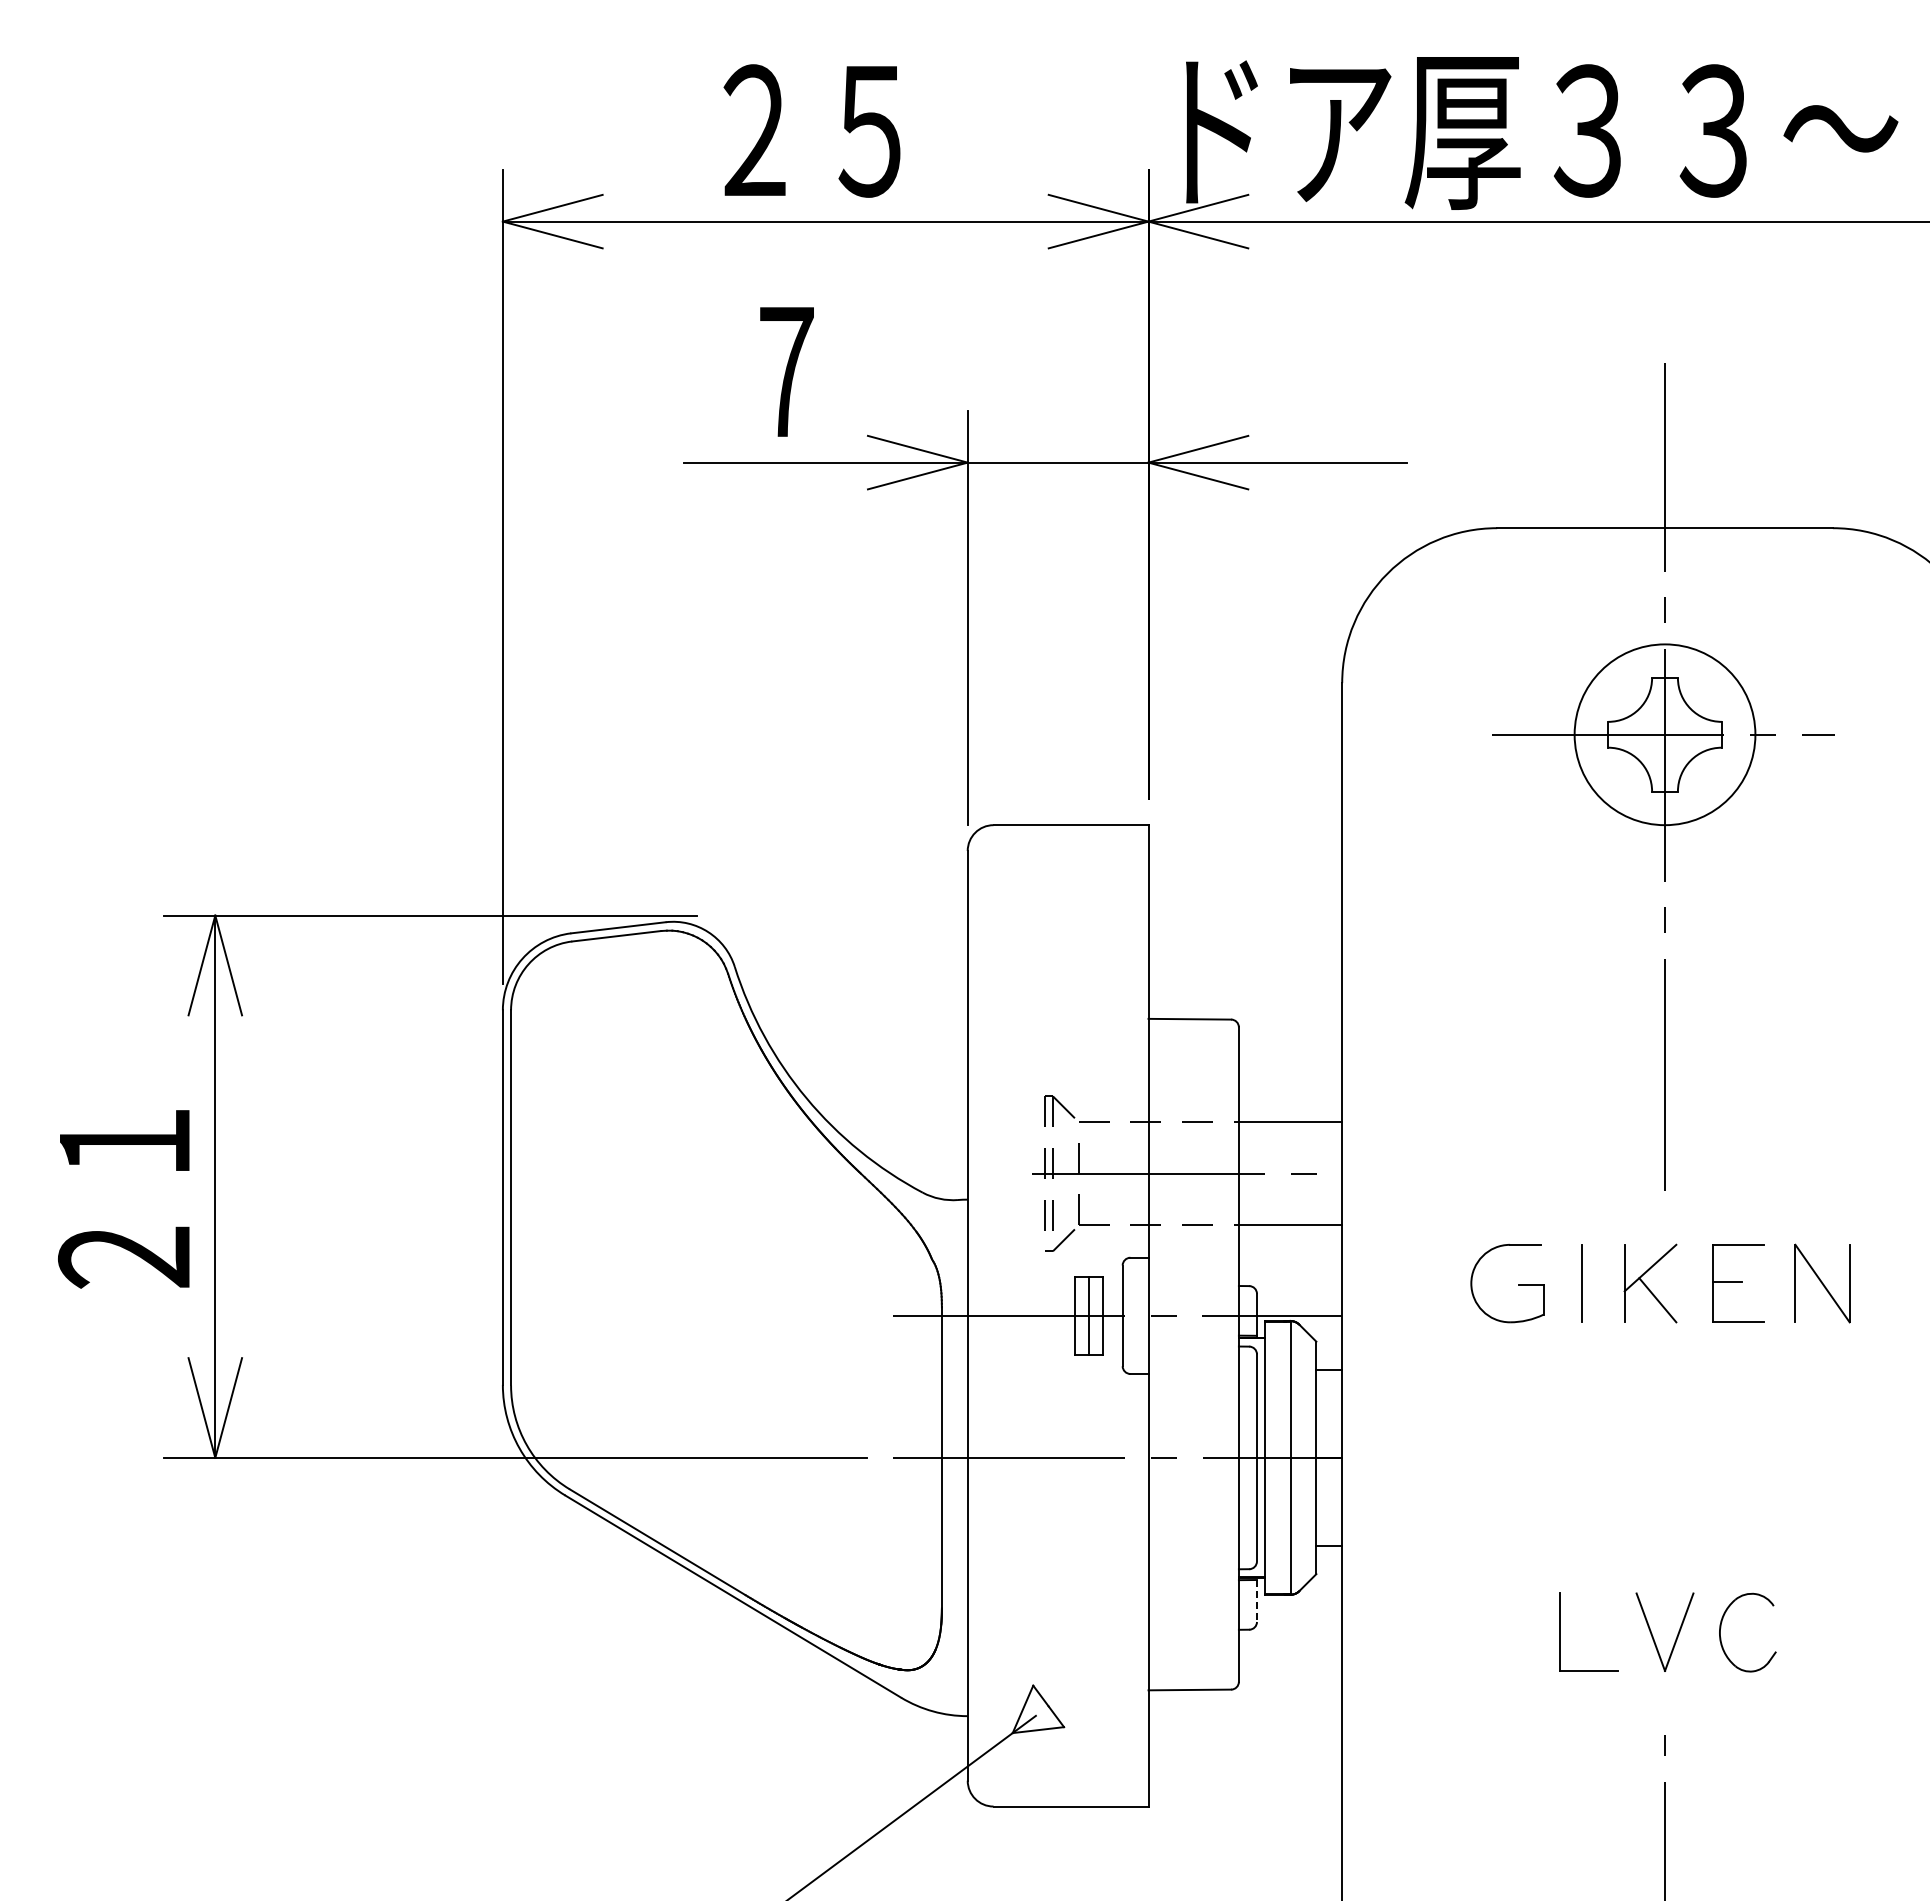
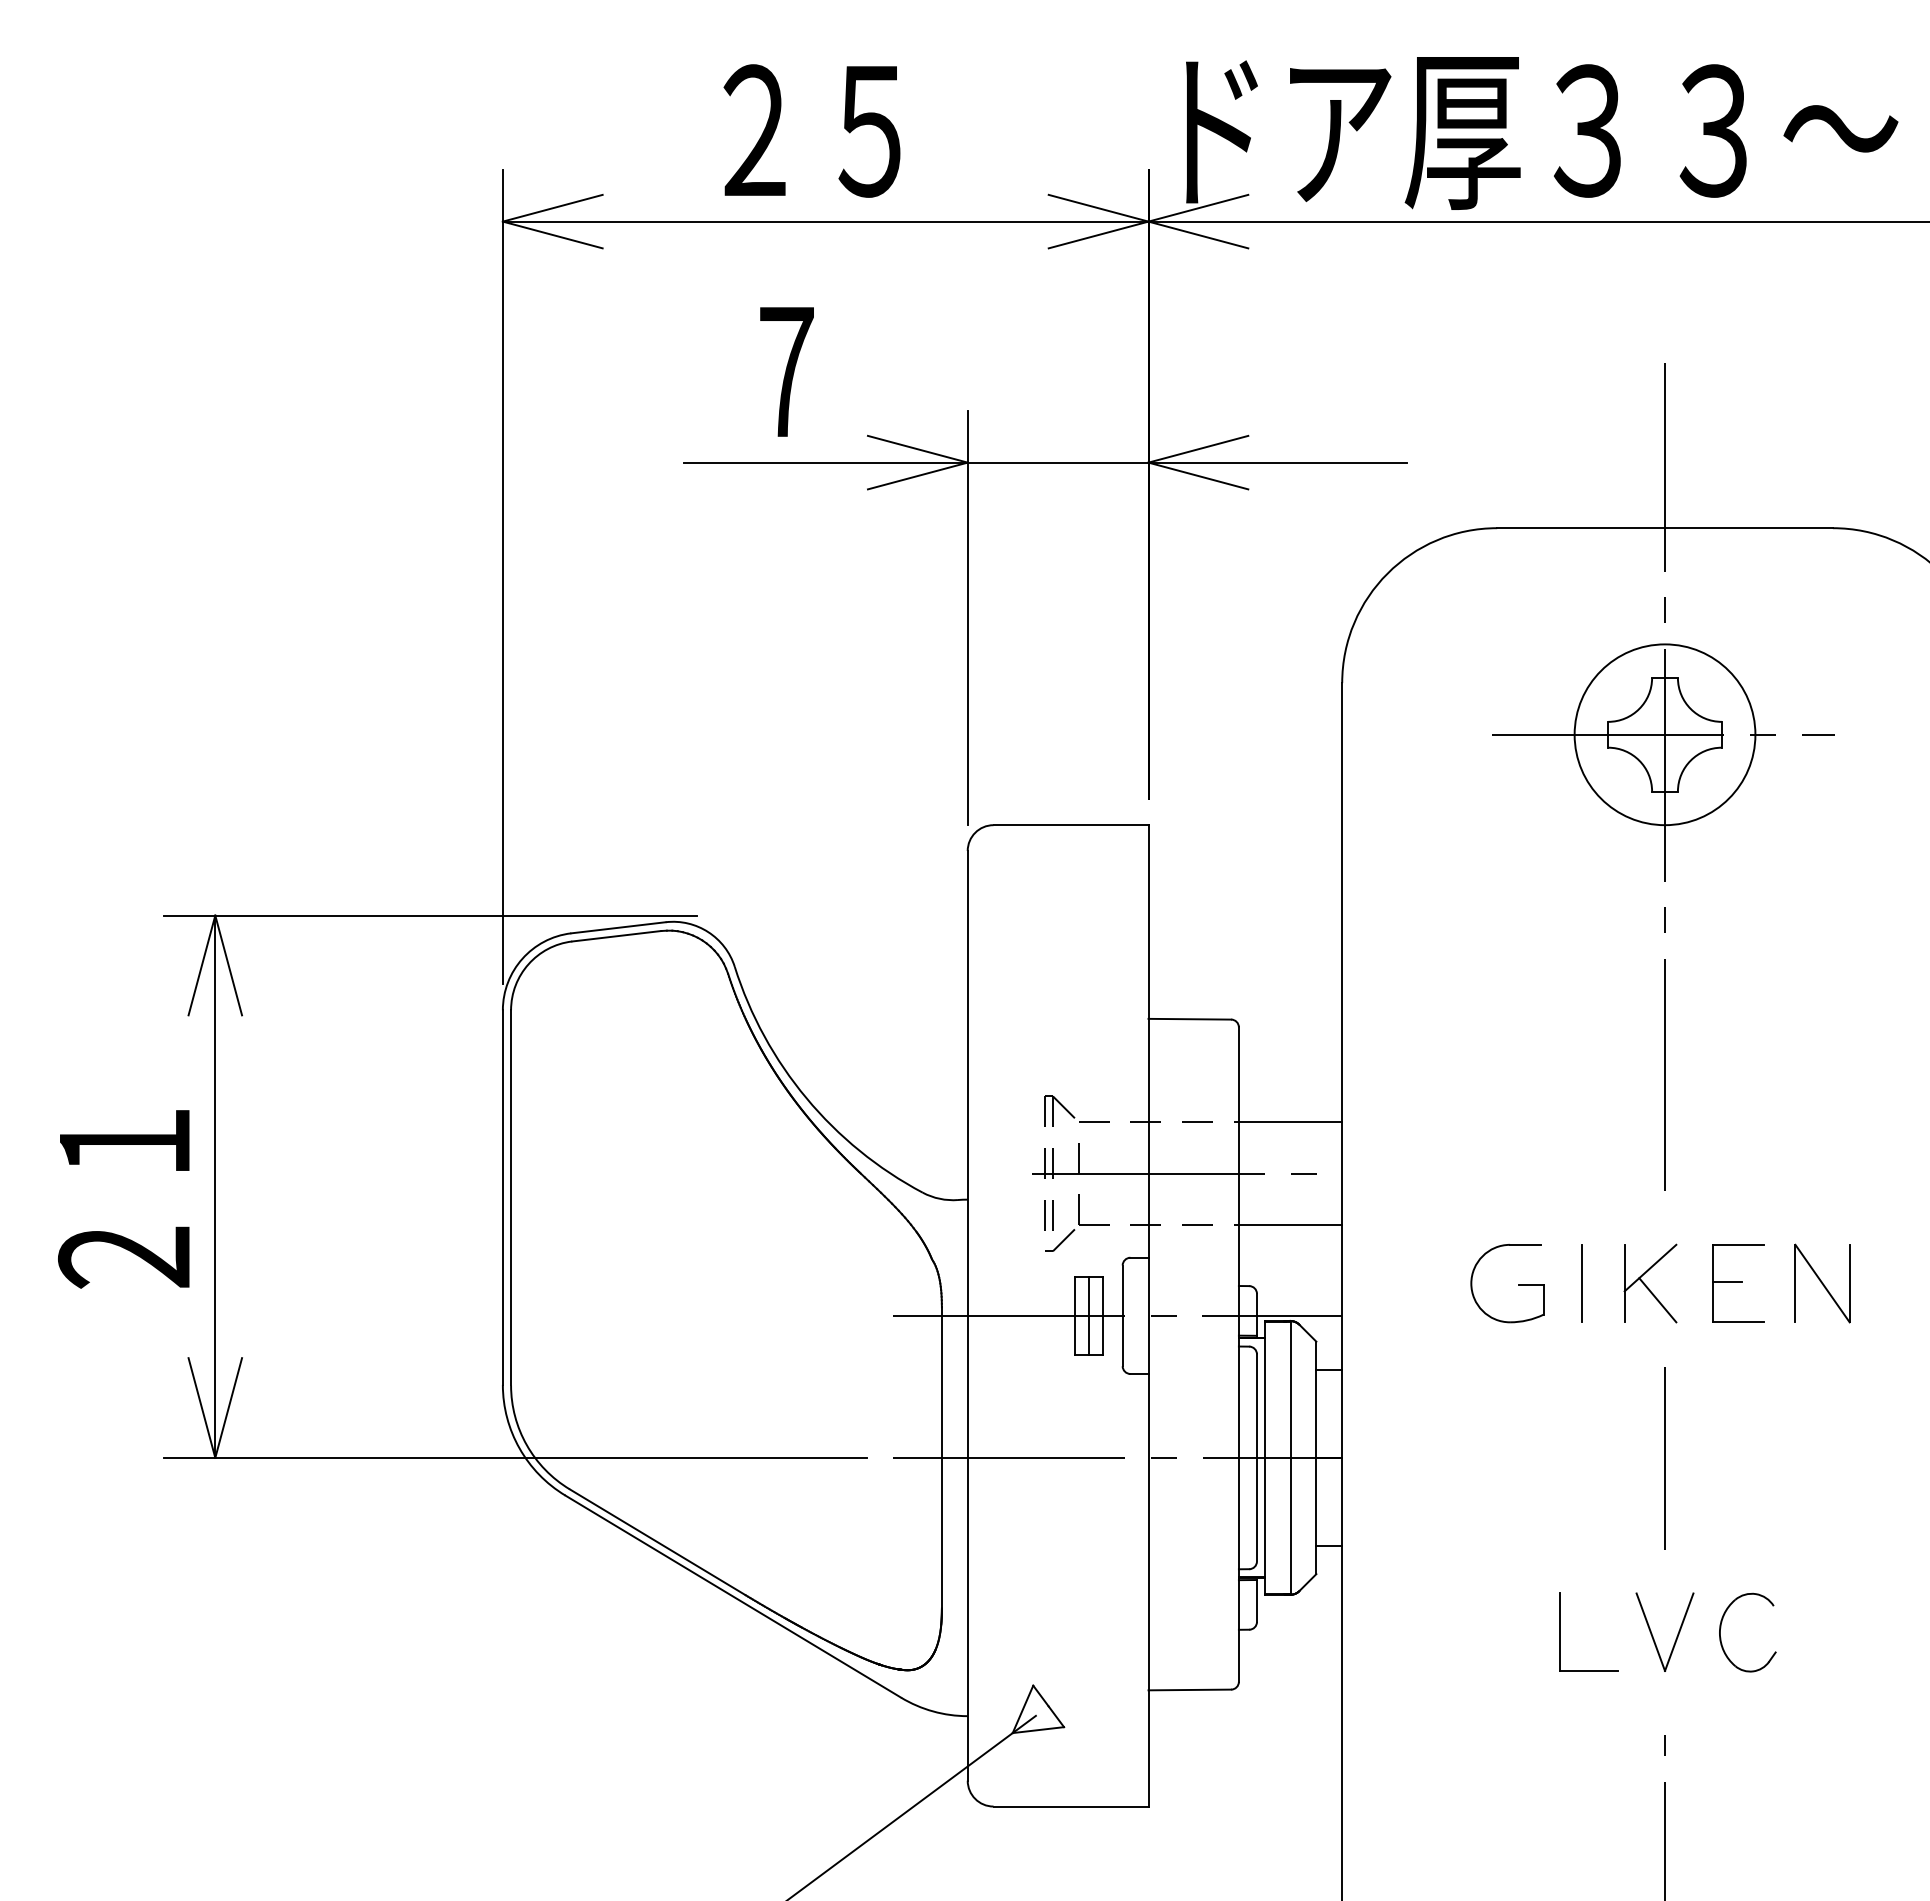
line at (1665, 1458): none -> present
line at (1256, 1600): dashed -> solid
